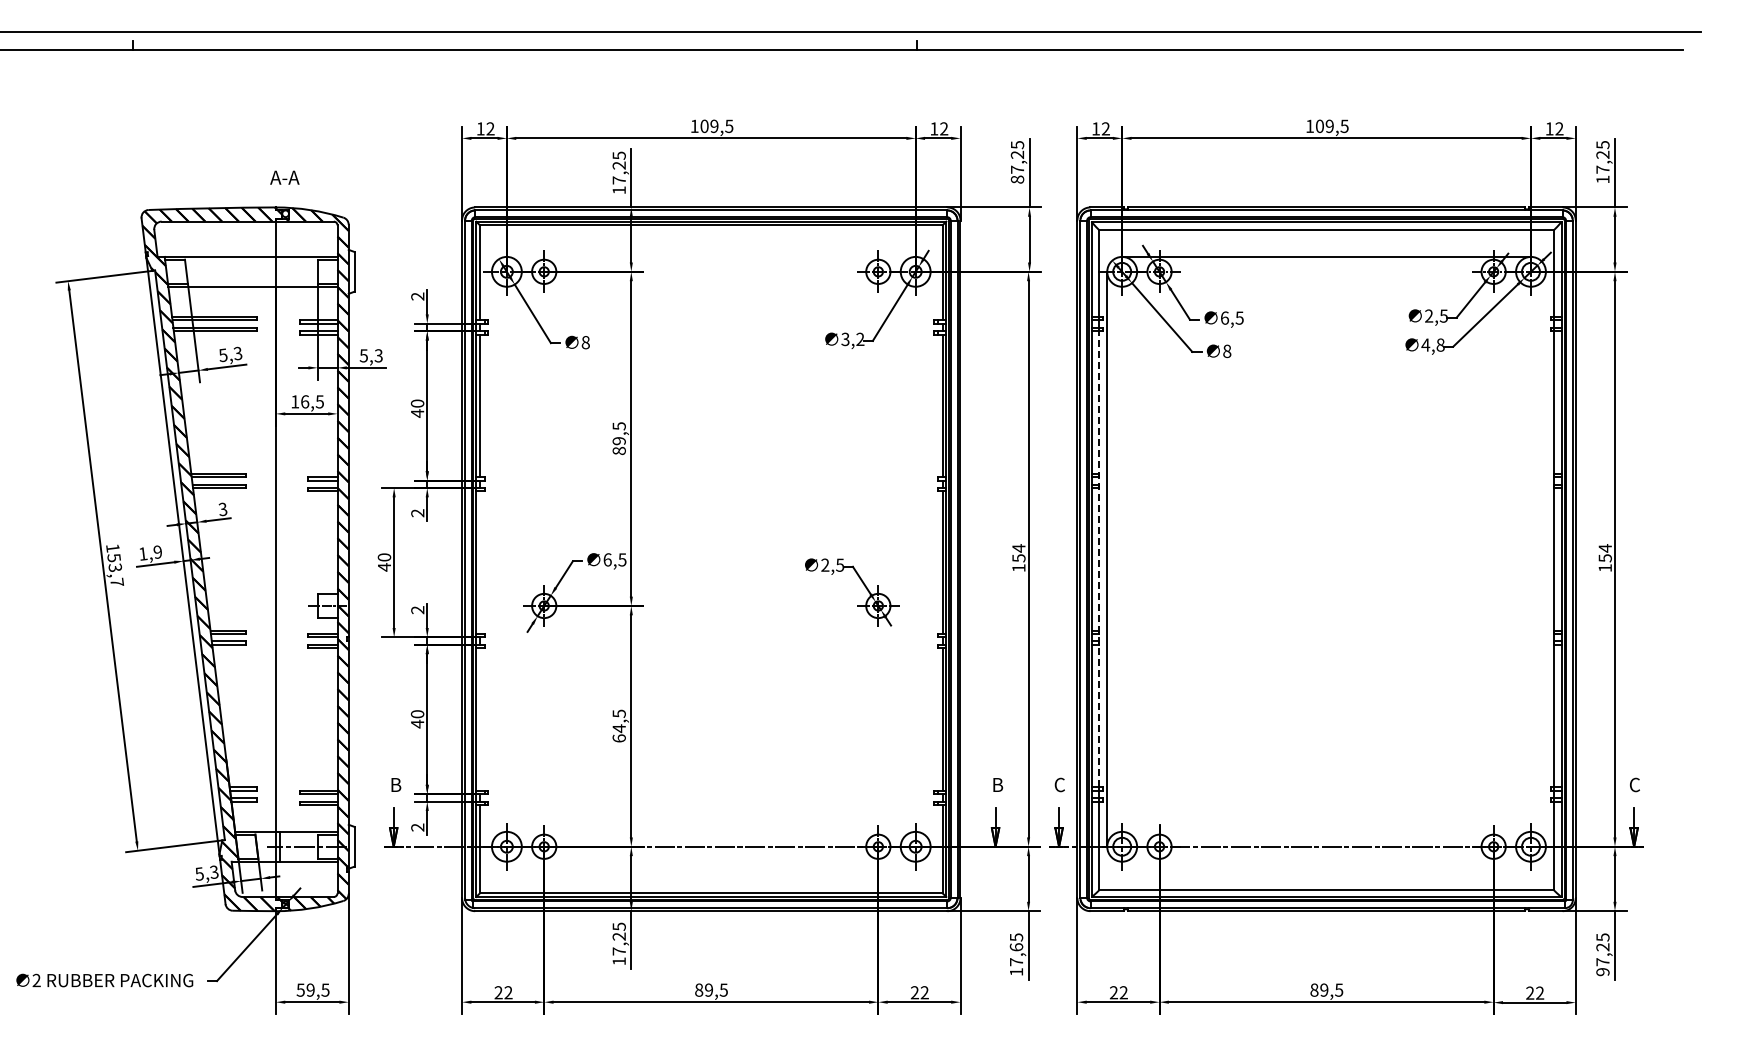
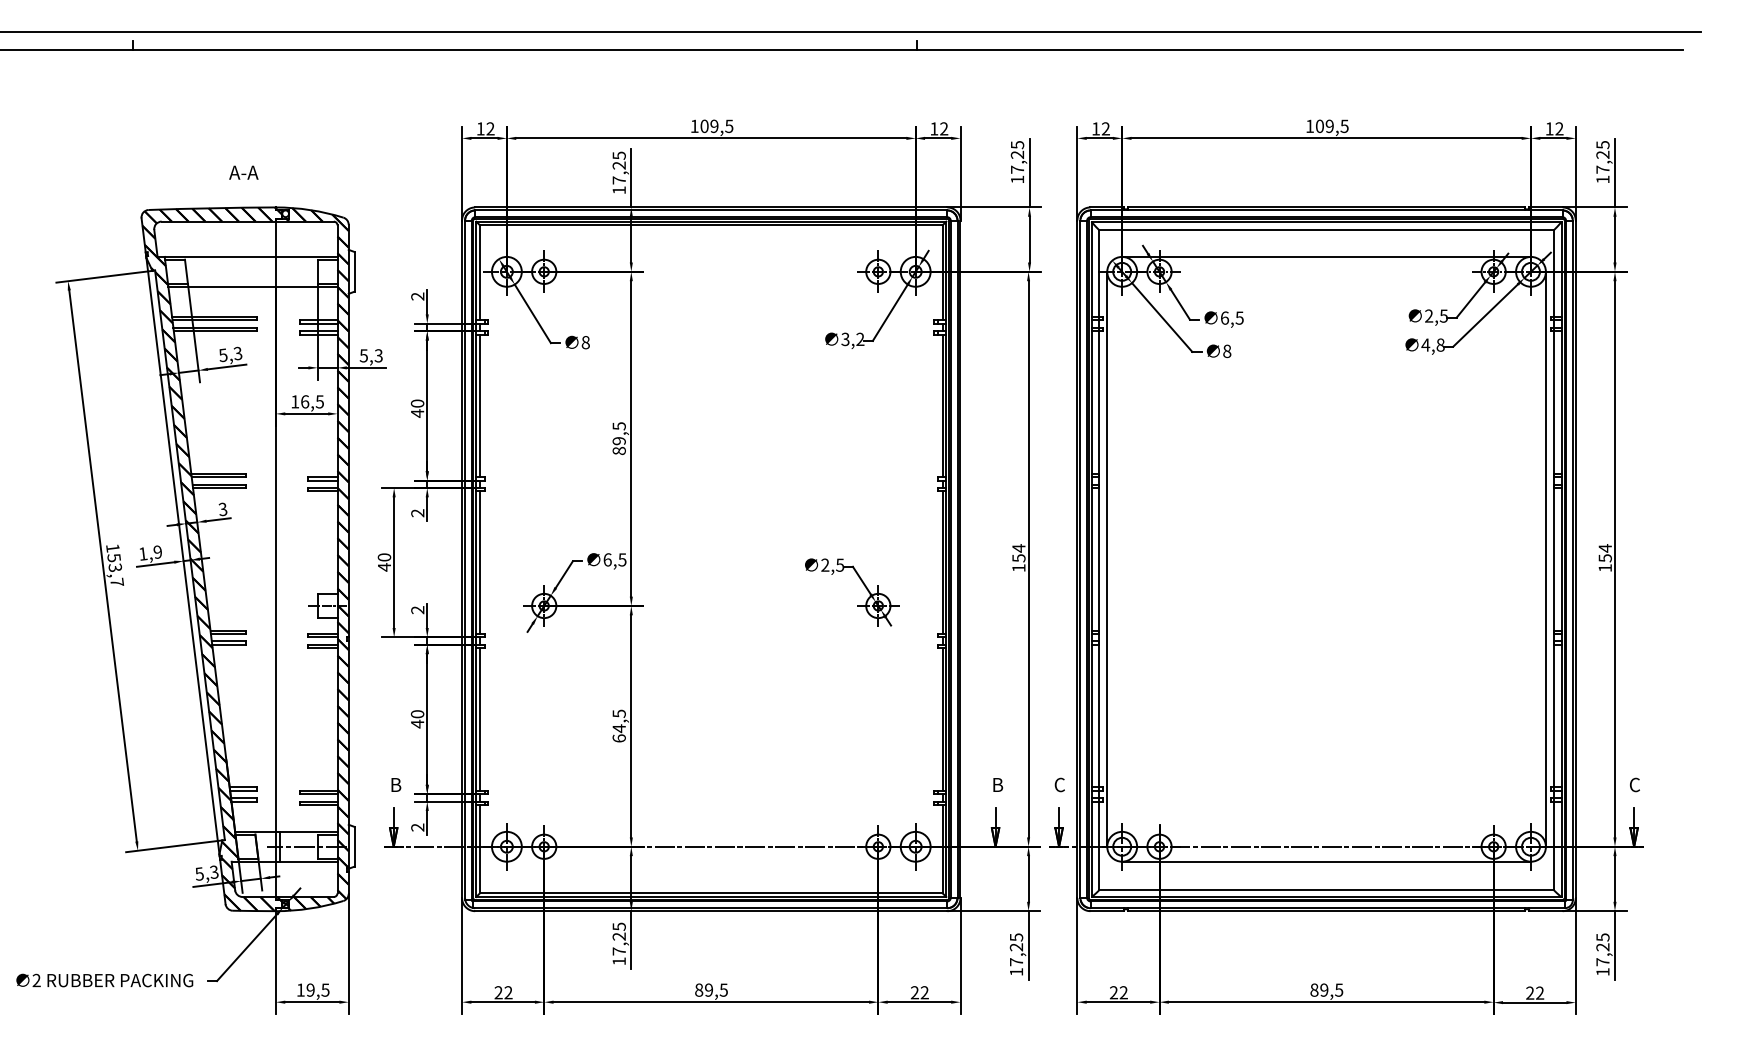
text at (284, 177) position: (284, 177) -> (243, 172)
text at (1017, 179): 87,25 -> 17,25
line at (1099, 558): dashed -> solid
line at (1545, 558): none -> present
line at (480, 562): none -> present
line at (480, 719): none -> present
line at (1326, 861): none -> present
text at (1016, 947): 17,65 -> 17,25
text at (1602, 972): 97,25 -> 17,25
text at (300, 989): 59,5 -> 19,5
